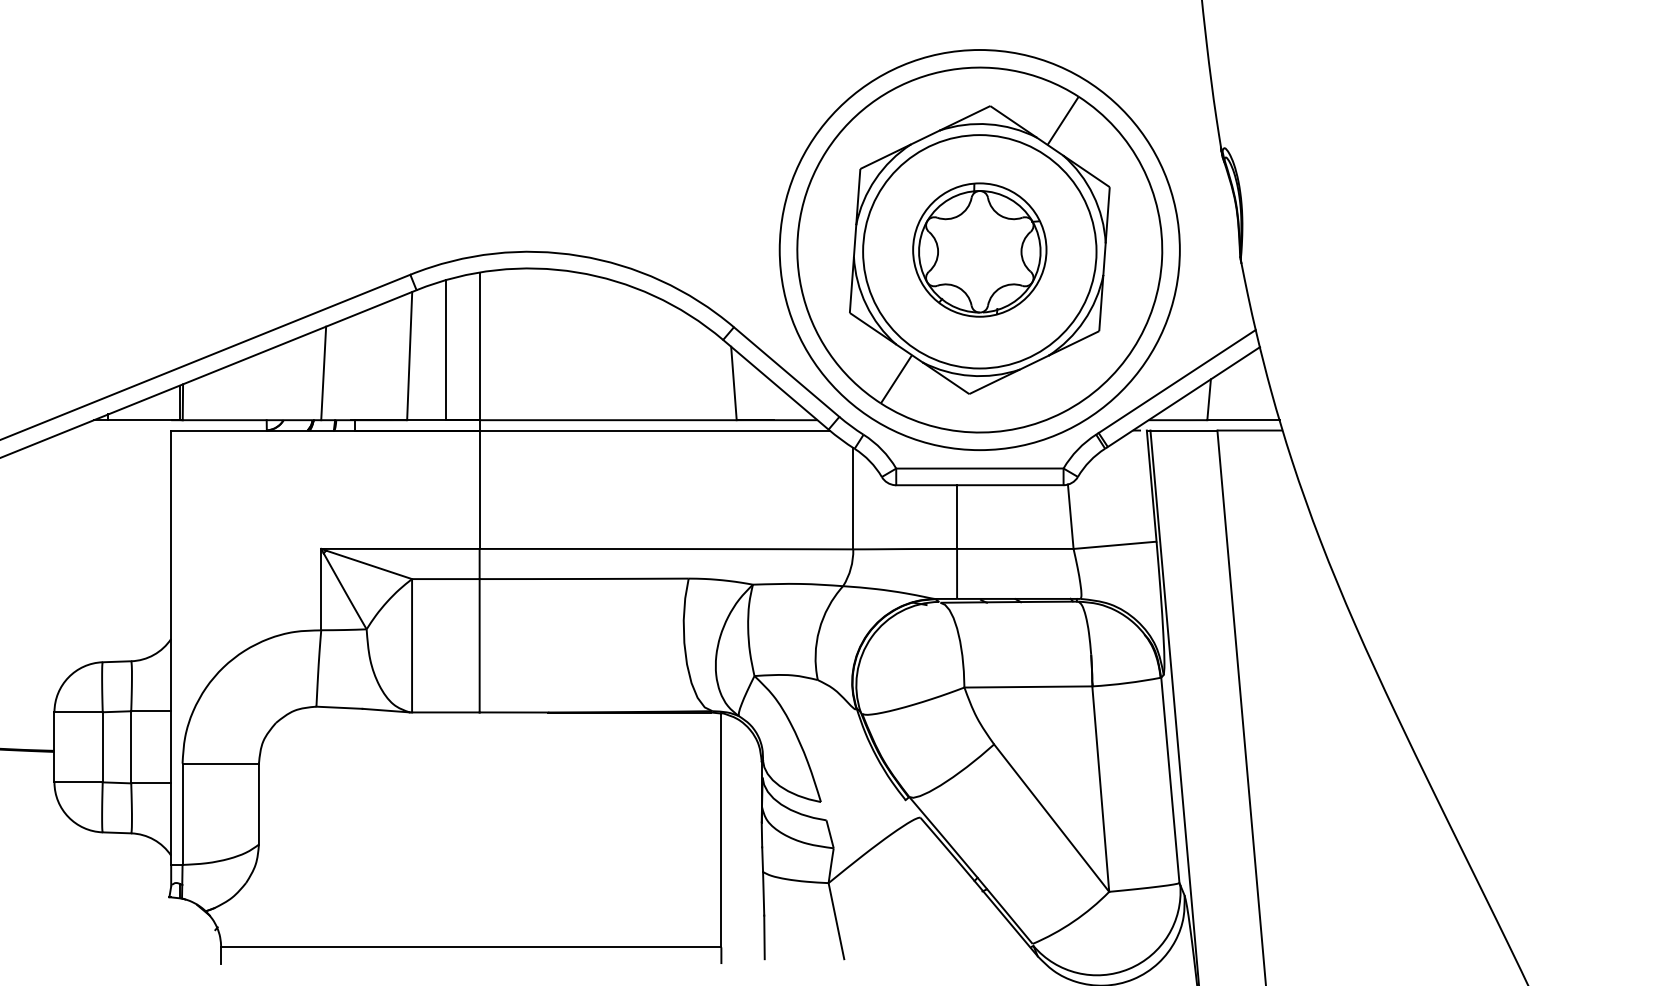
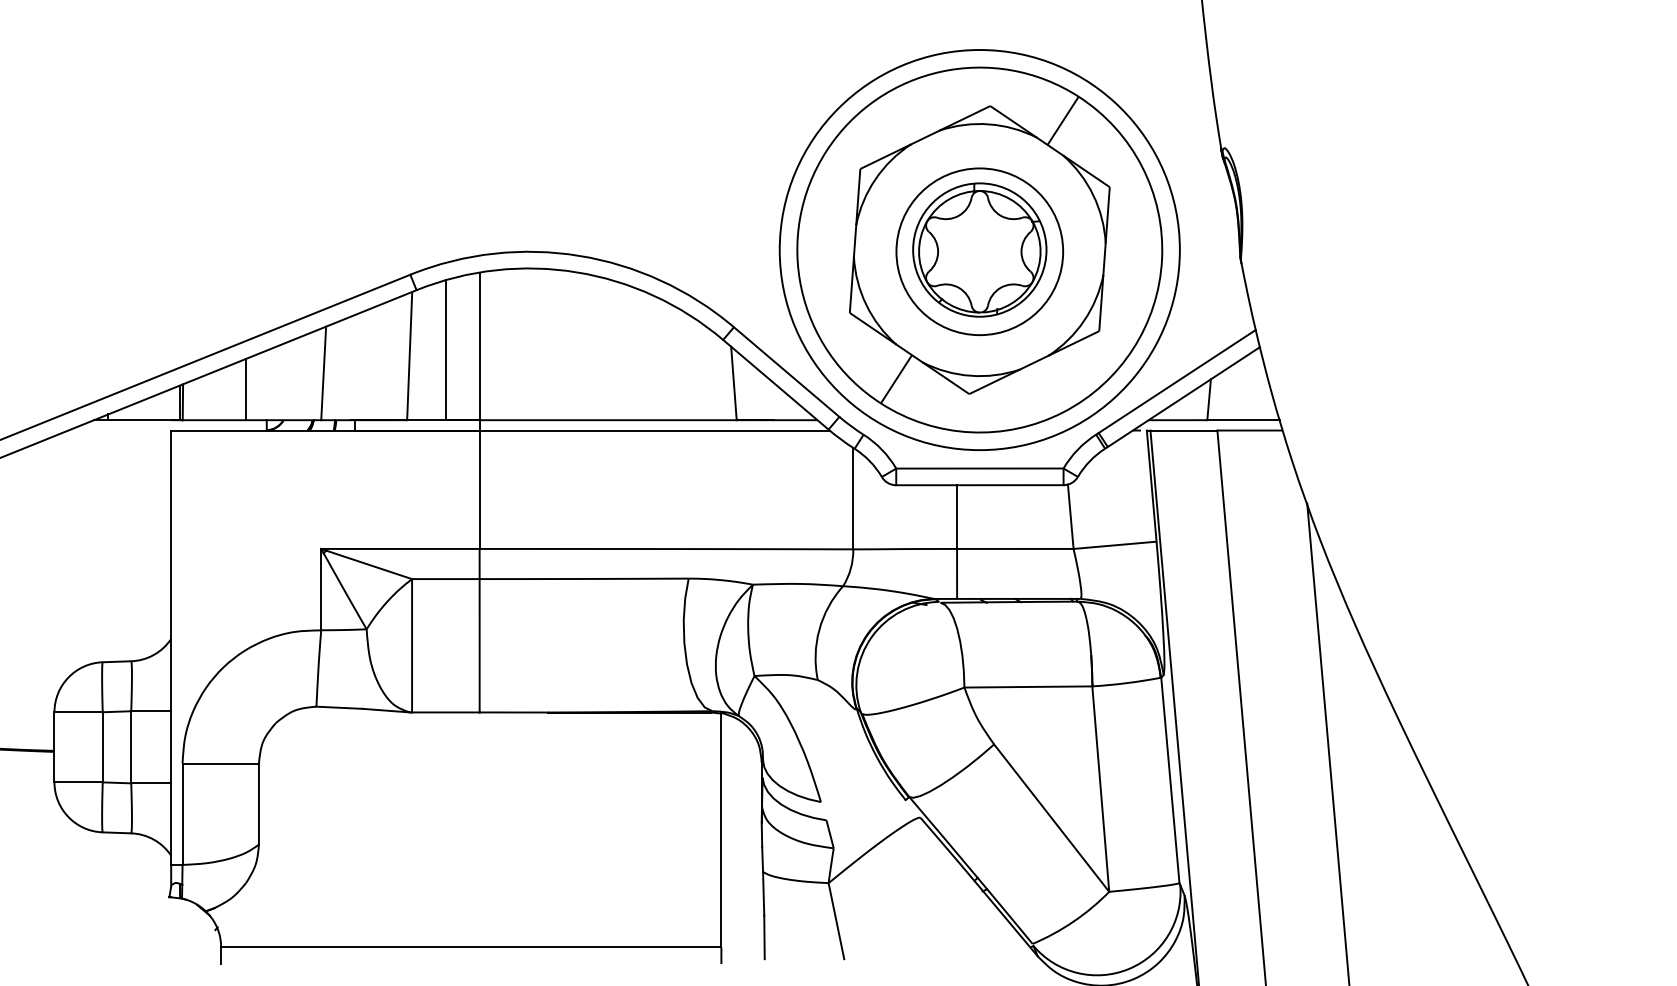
circle at (979, 251) diameter: 233 px -> 167 px
line at (246, 389): none -> present
line at (1328, 742): none -> present
